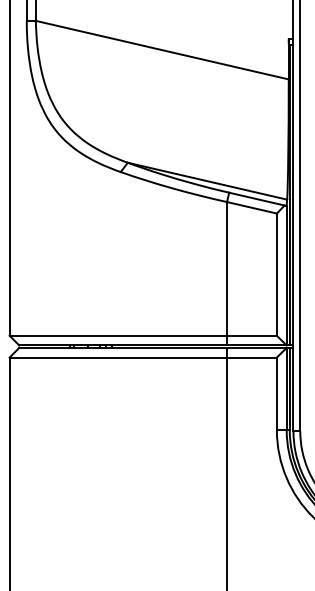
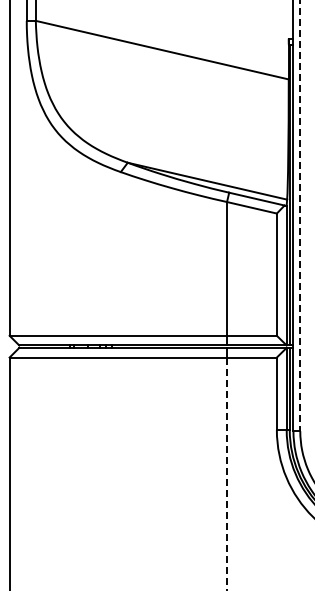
line at (300, 216): solid -> dashed
line at (227, 474): solid -> dashed
